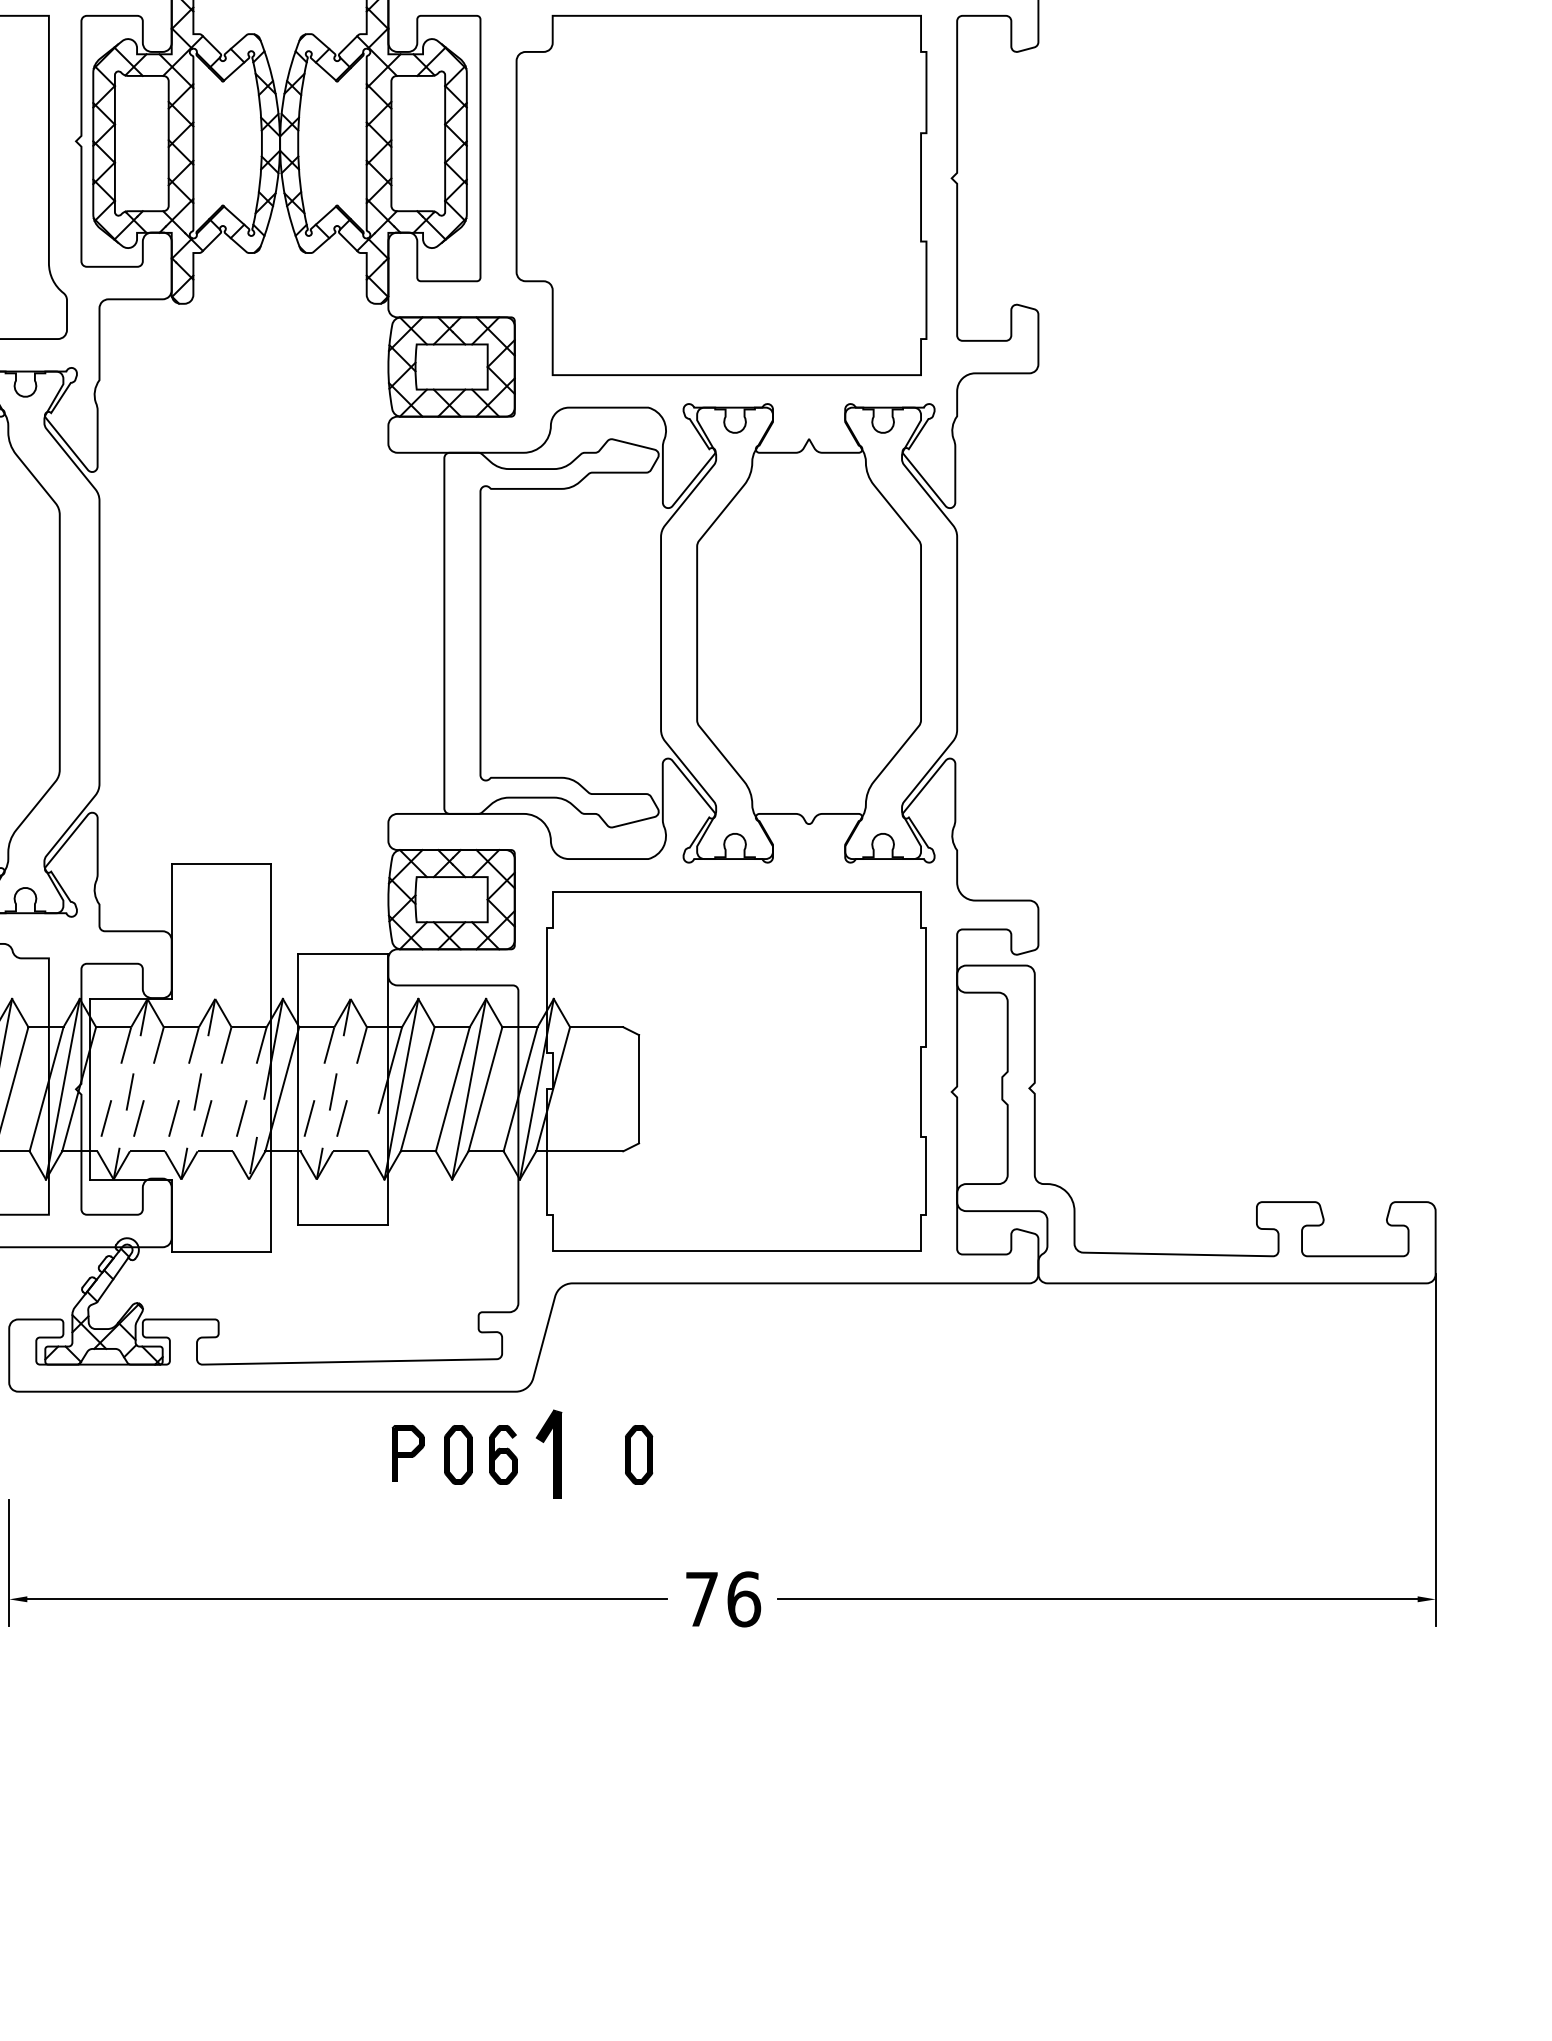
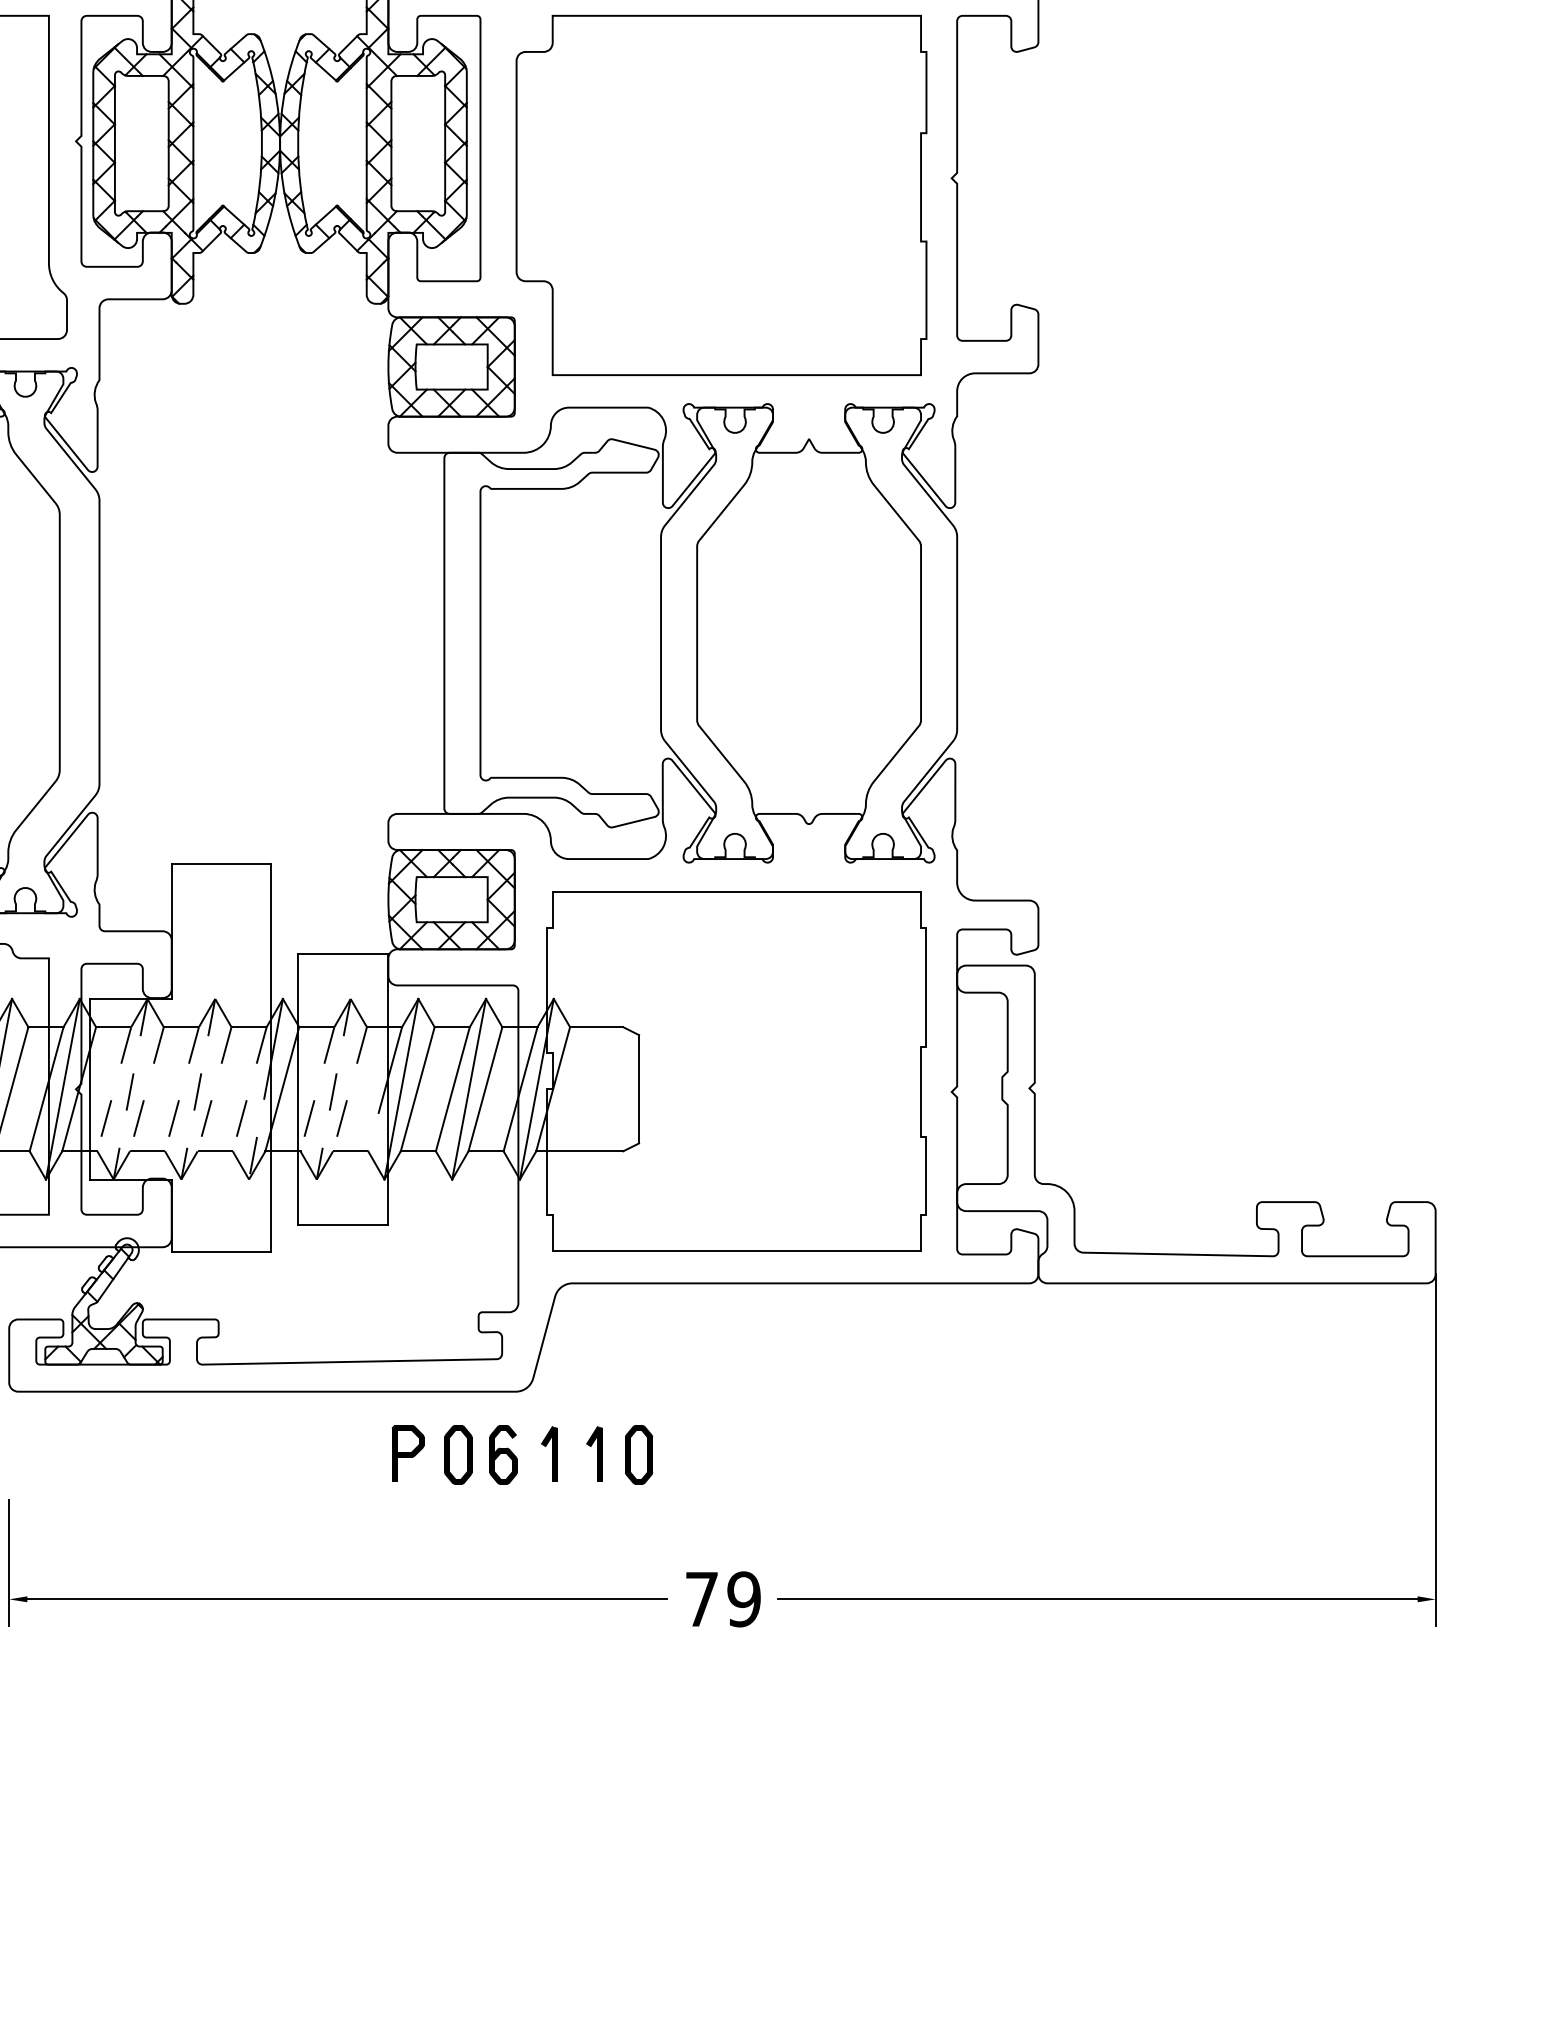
part at (548, 1453) size: 28x90 px -> 17x56 px
part at (594, 1453): none -> present
text at (744, 1599): 76 -> 79
